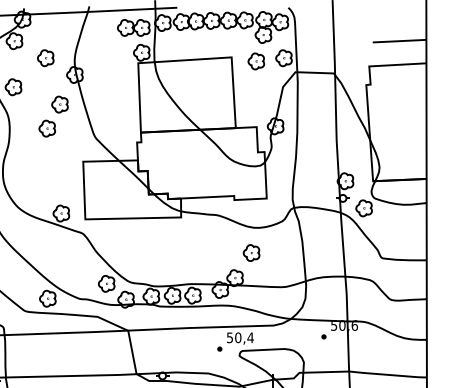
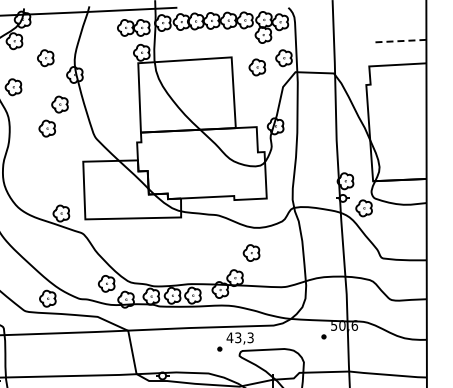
line at (399, 41): solid -> dashed
part at (256, 61) position: (256, 61) -> (257, 67)
text at (239, 337): 50,4 -> 43,3
